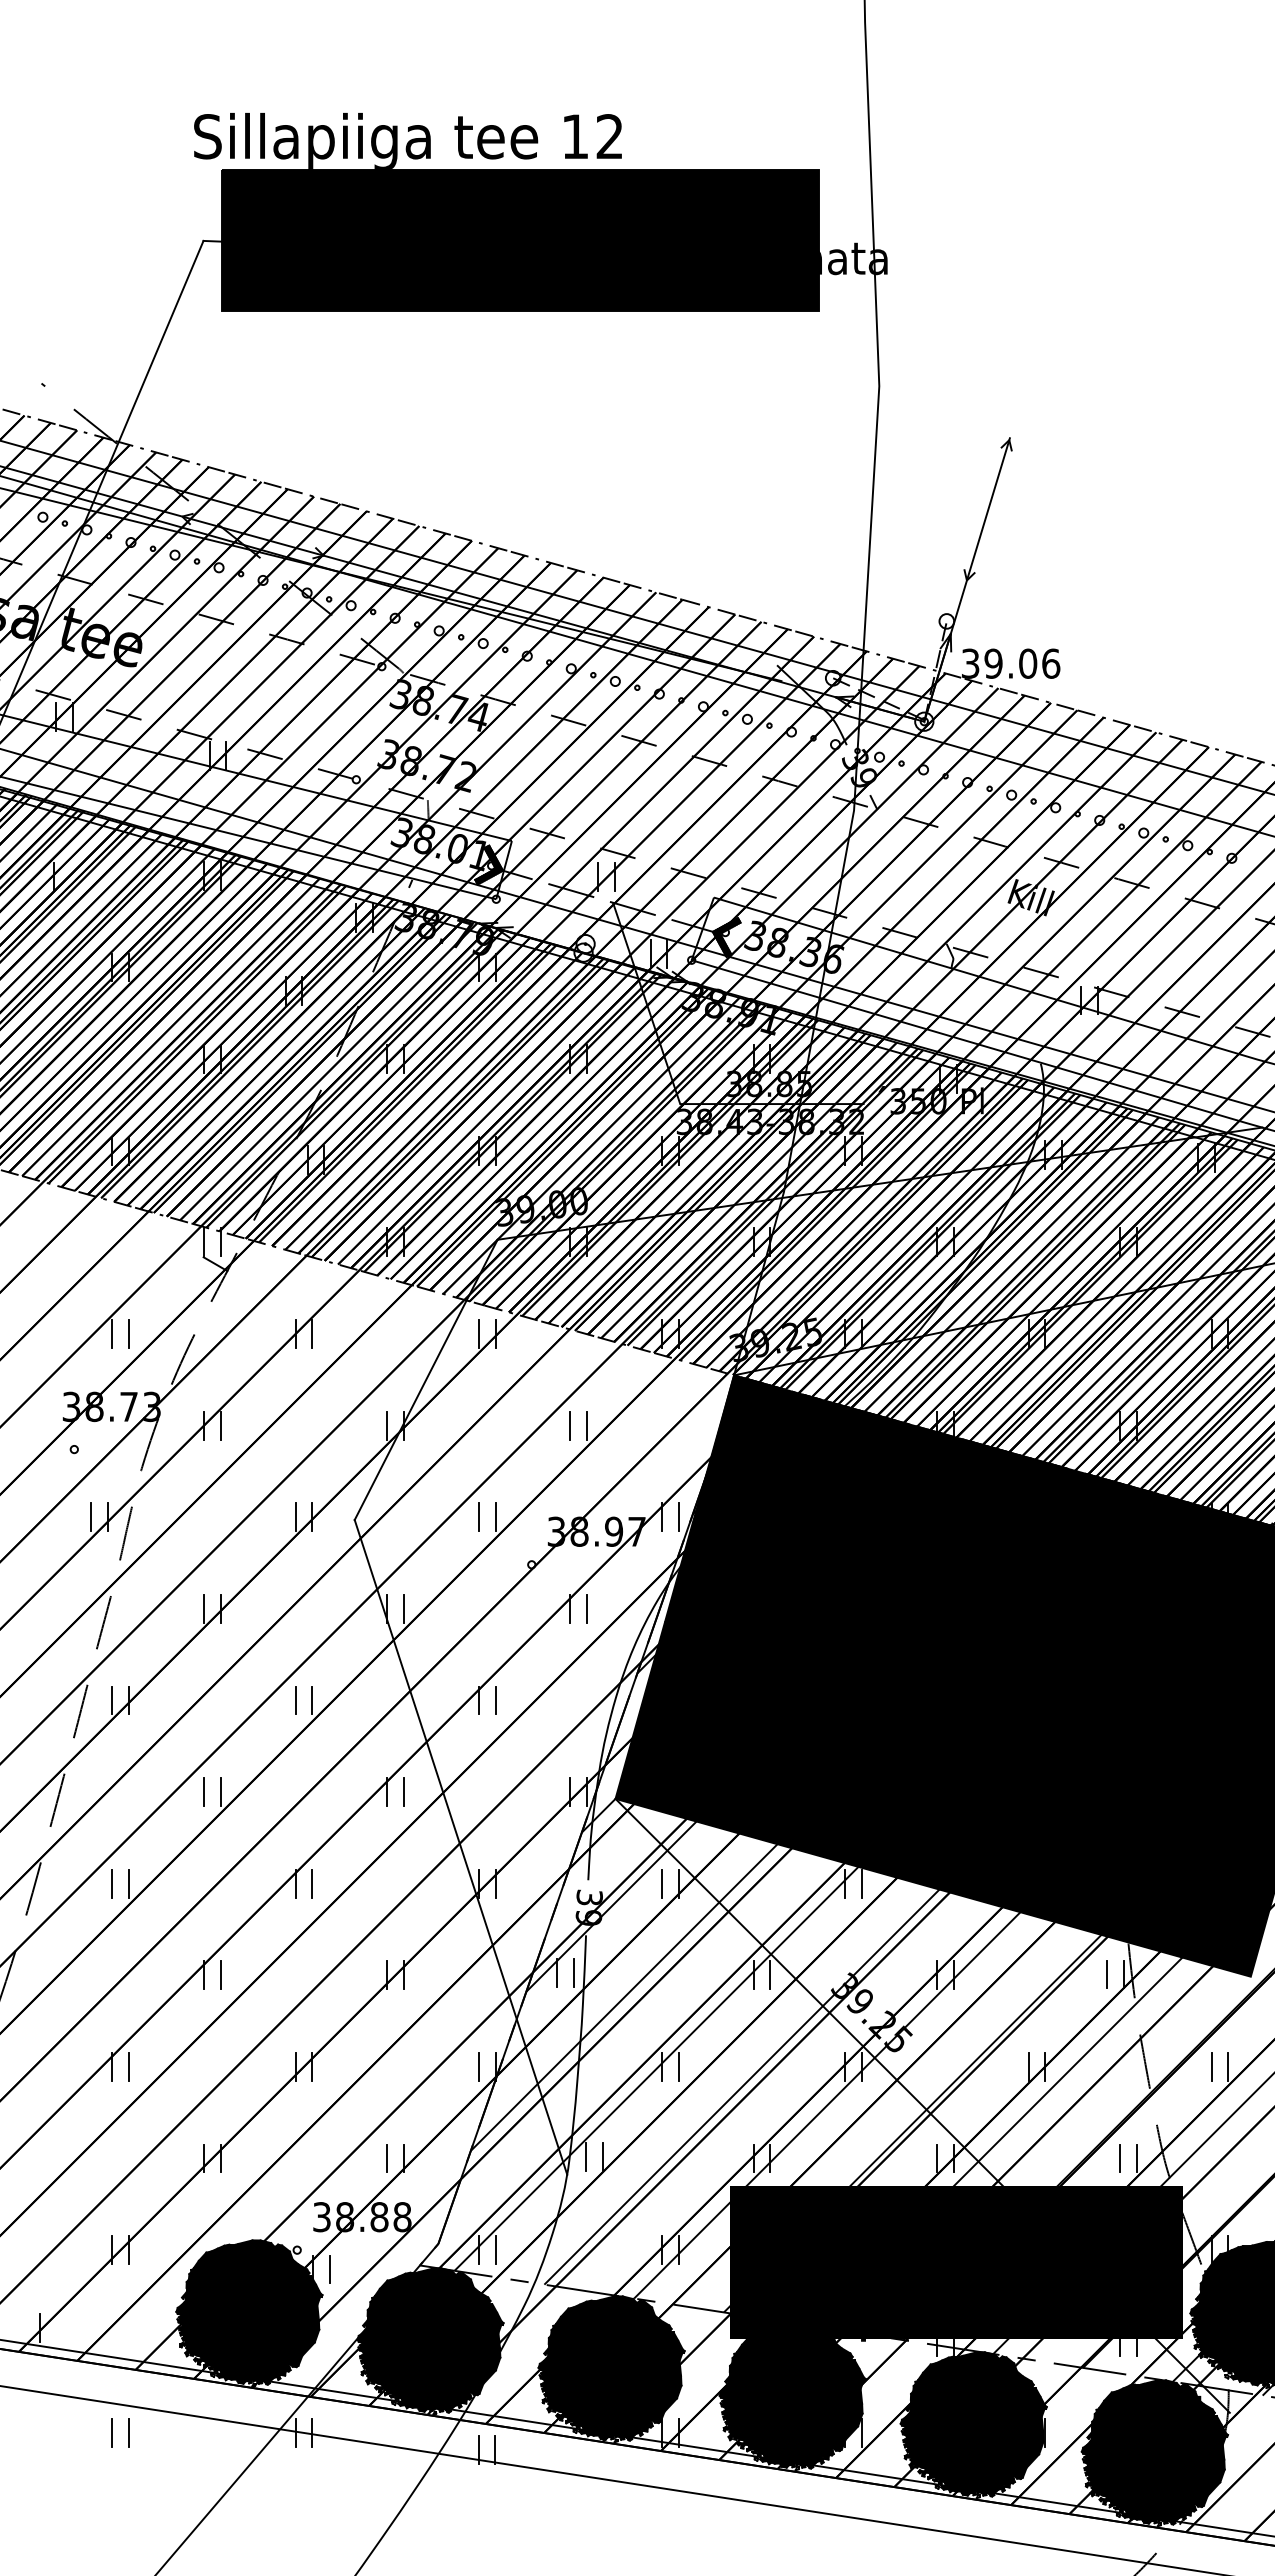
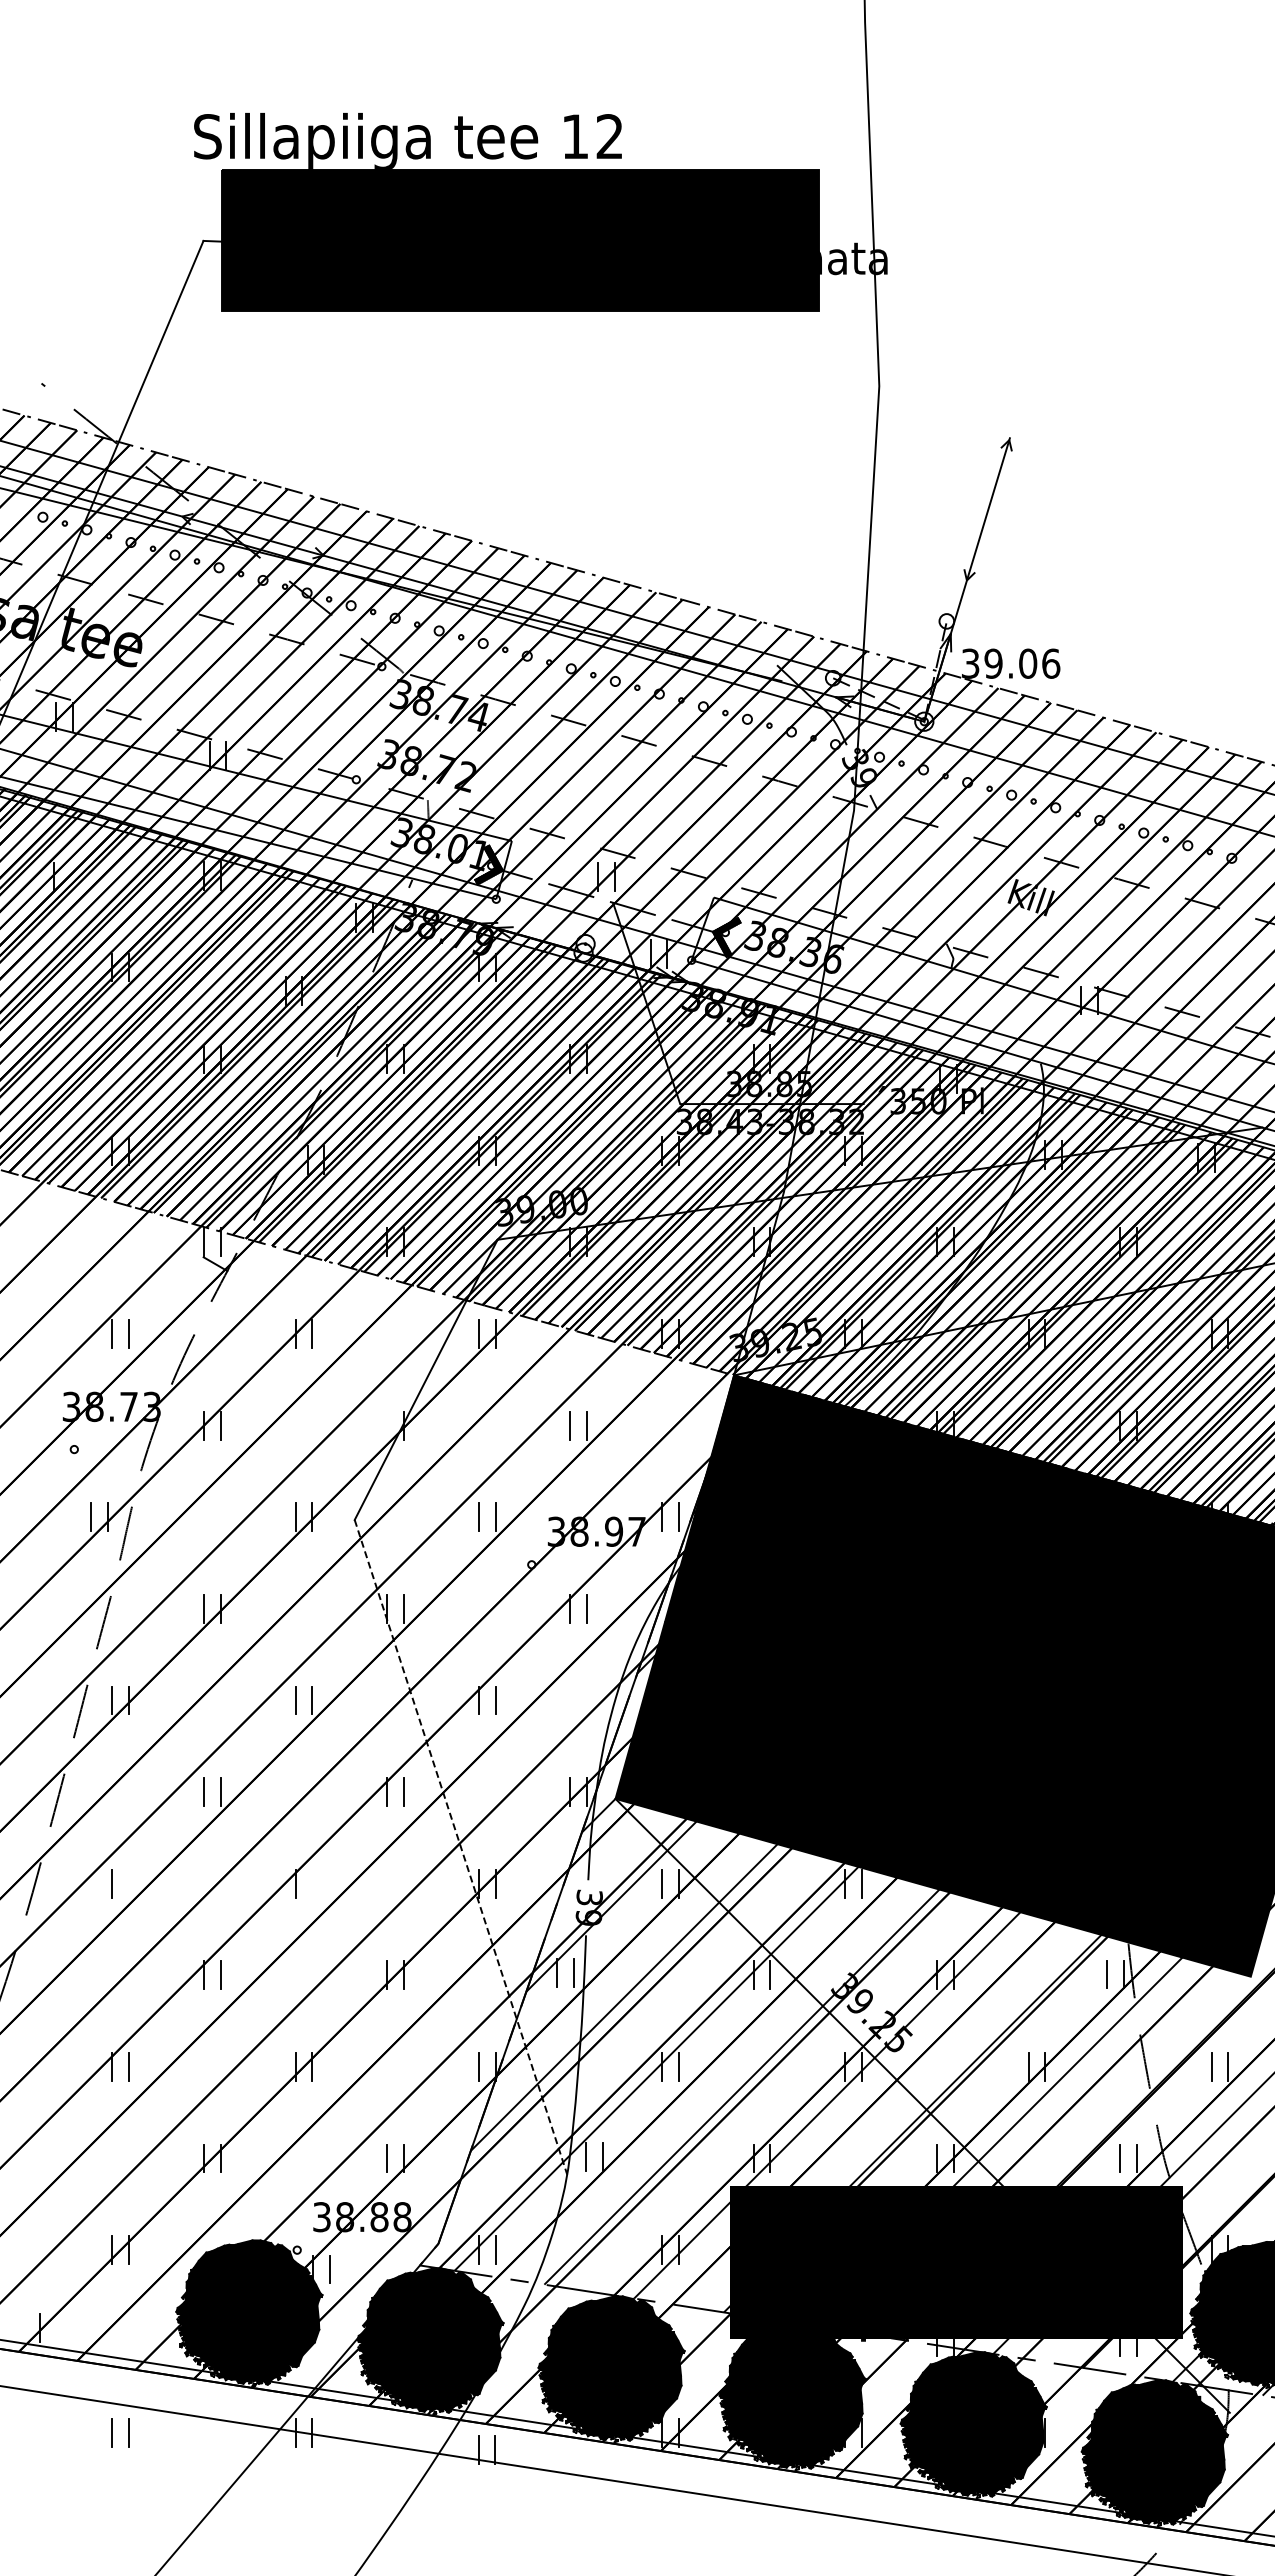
line at (387, 1425): present -> none
line at (461, 1847): solid -> dashed
line at (129, 1883): present -> none
line at (312, 1883): present -> none
